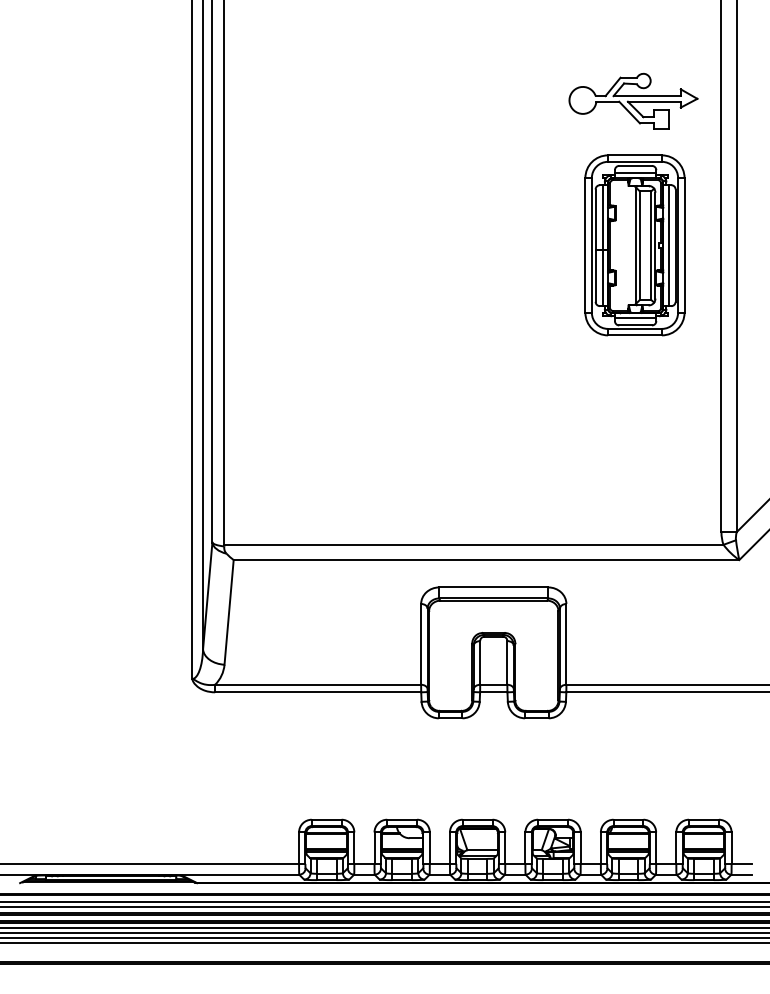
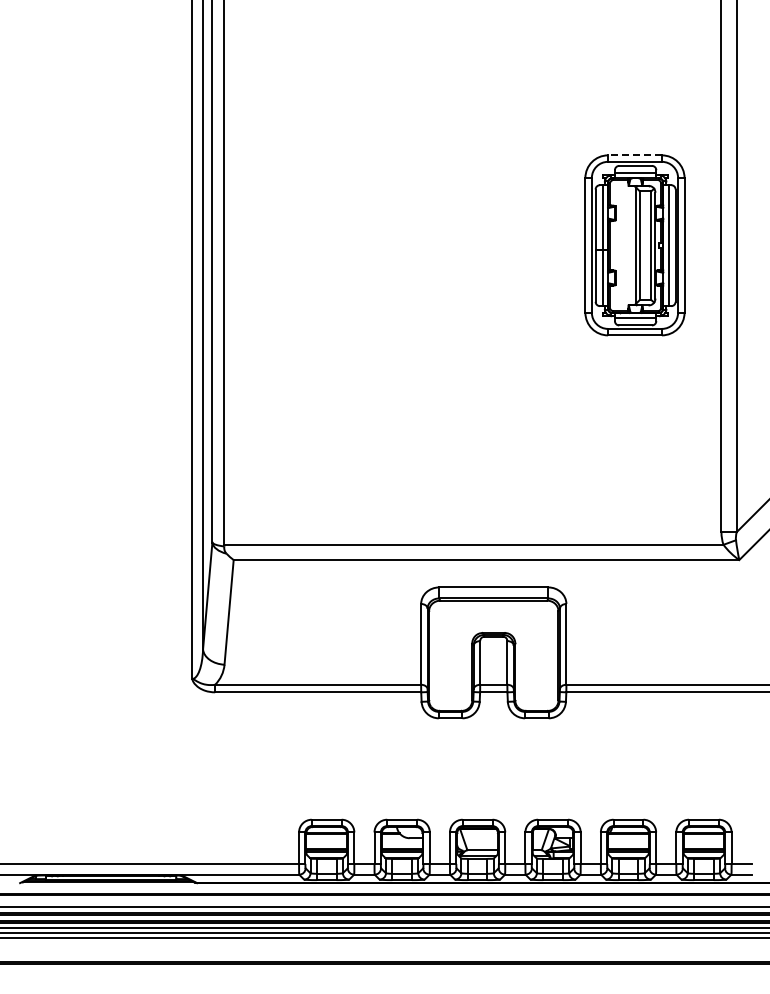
part at (633, 100): present -> none
line at (634, 155): solid -> dashed
line at (384, 901): present -> none
line at (384, 942): present -> none
